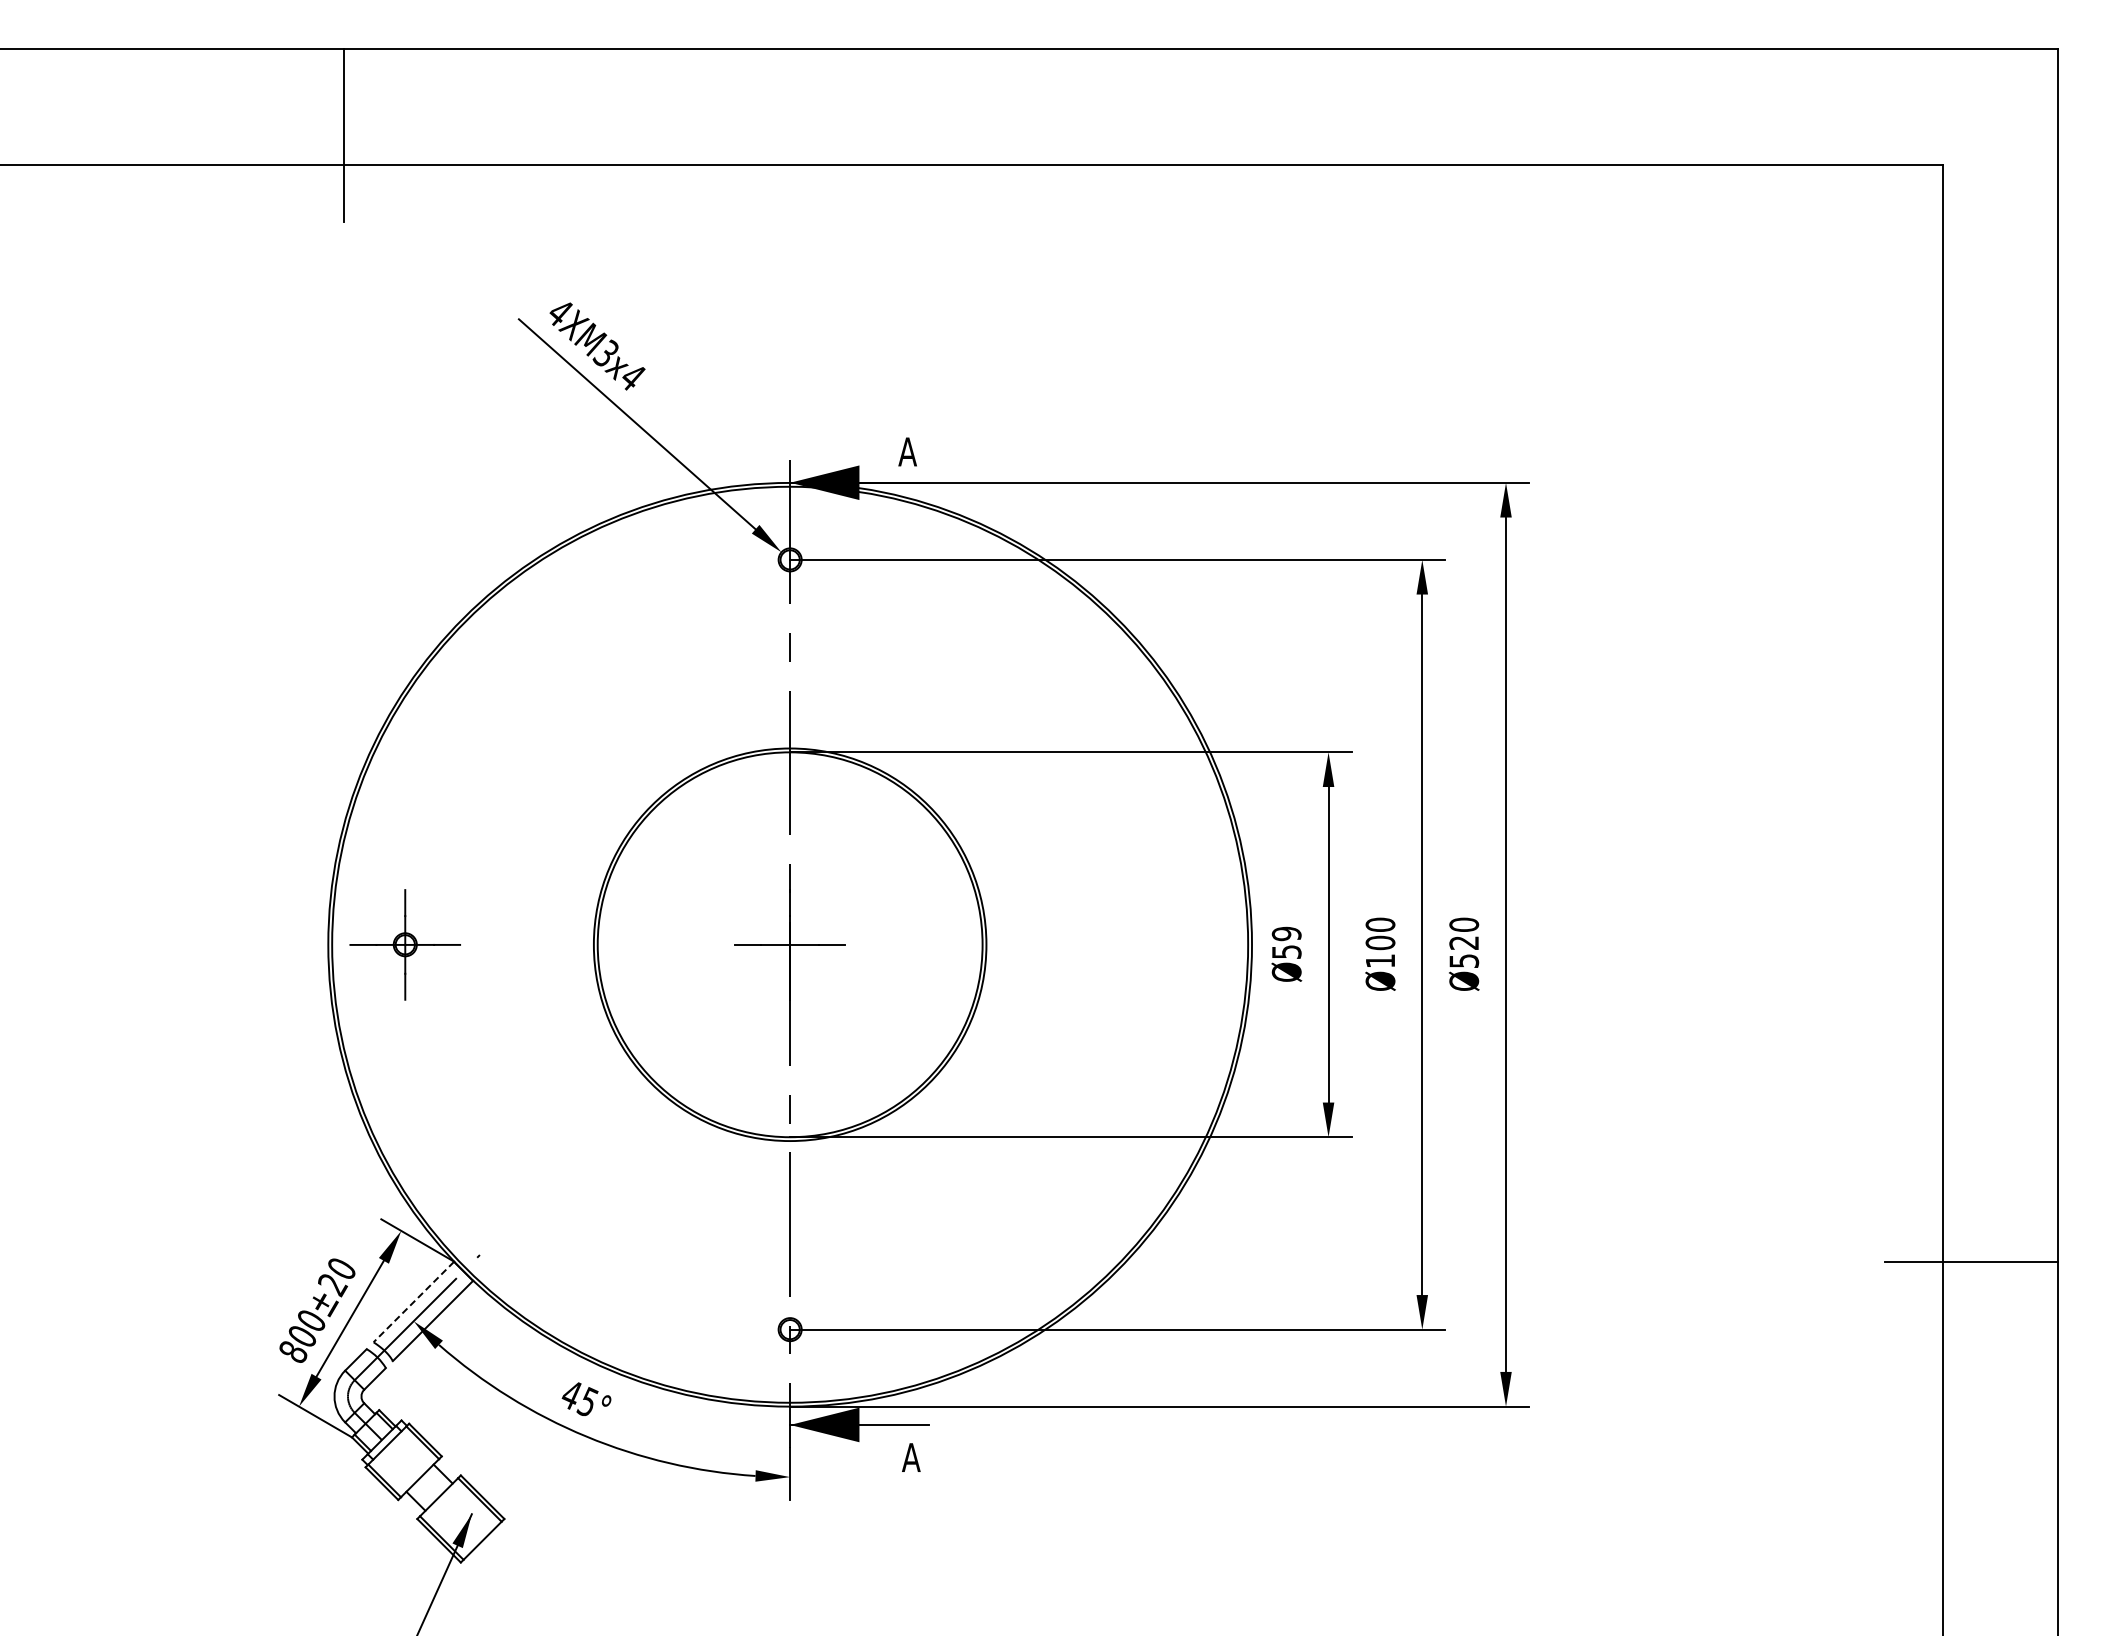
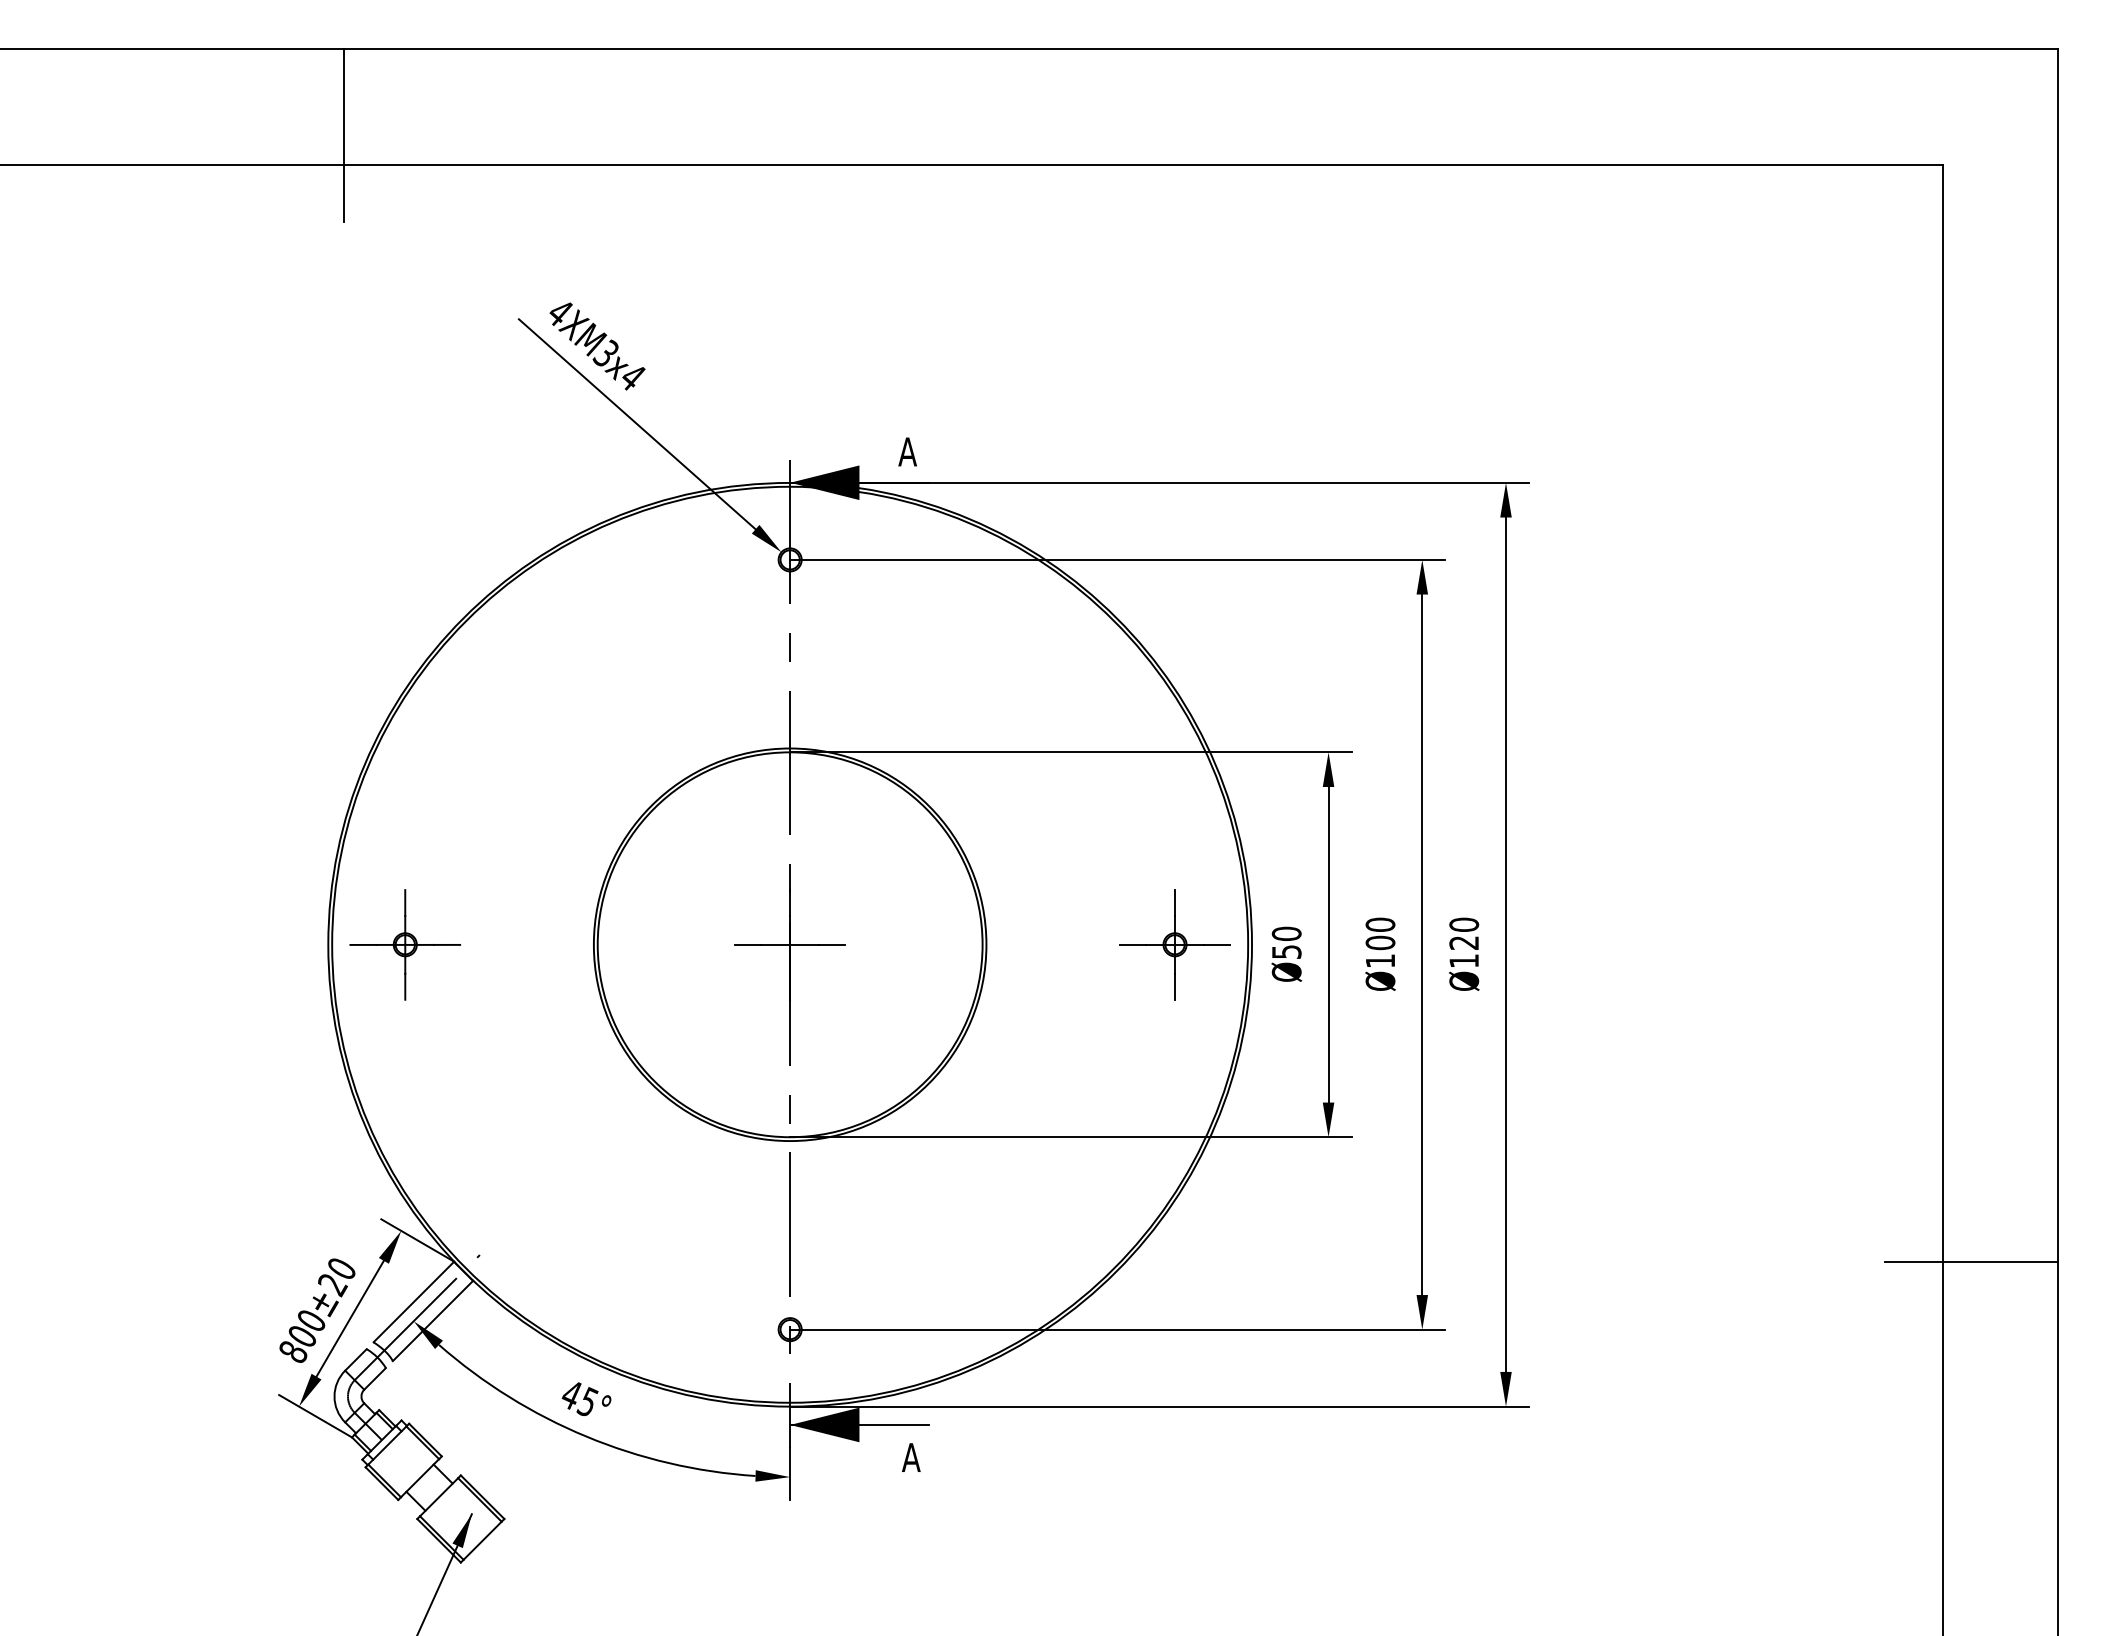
text at (1286, 933): Ø59 -> Ø50
part at (1174, 944): none -> present
text at (1464, 960): Ø520 -> Ø120
line at (413, 1302): dashed -> solid
